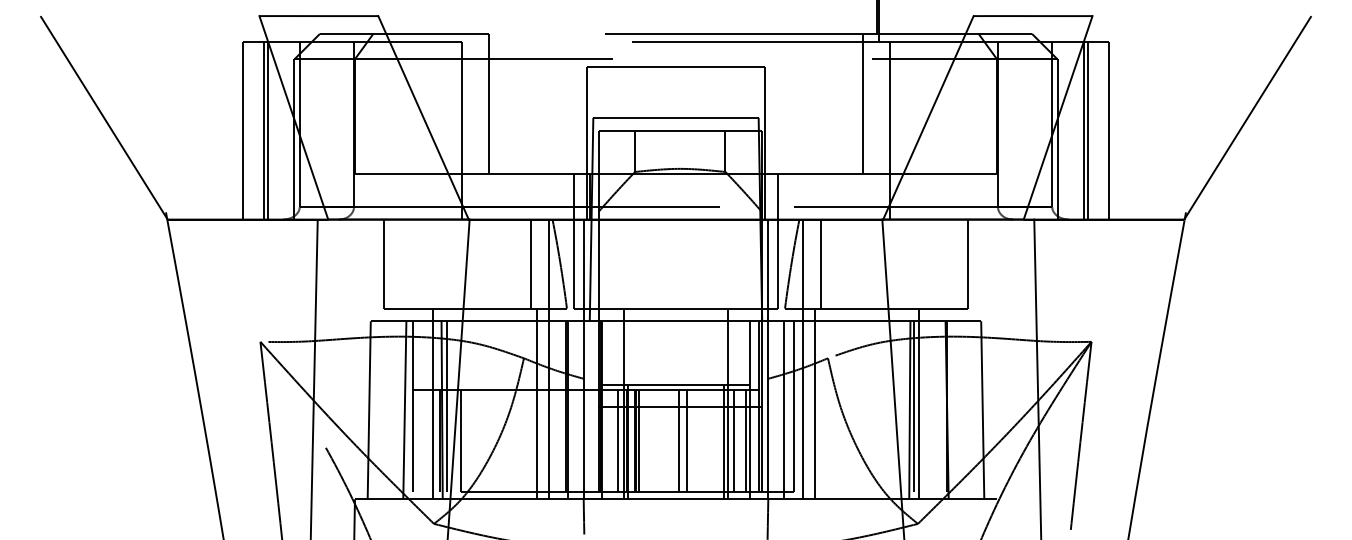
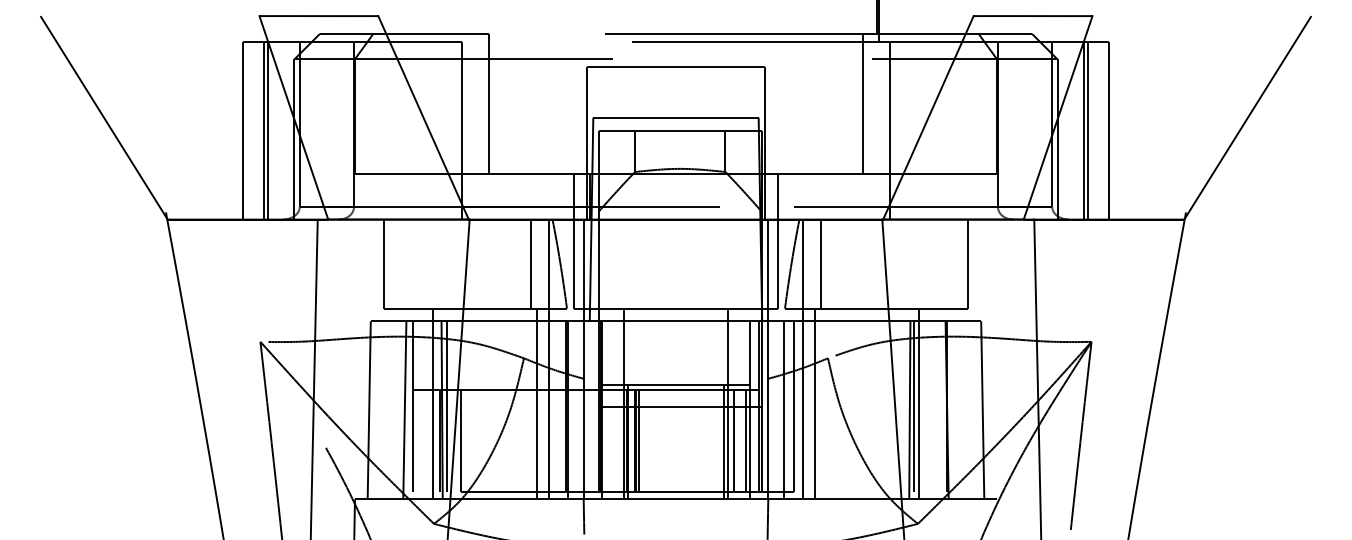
line at (618, 440): present -> none
line at (678, 440): present -> none
line at (686, 440): present -> none
